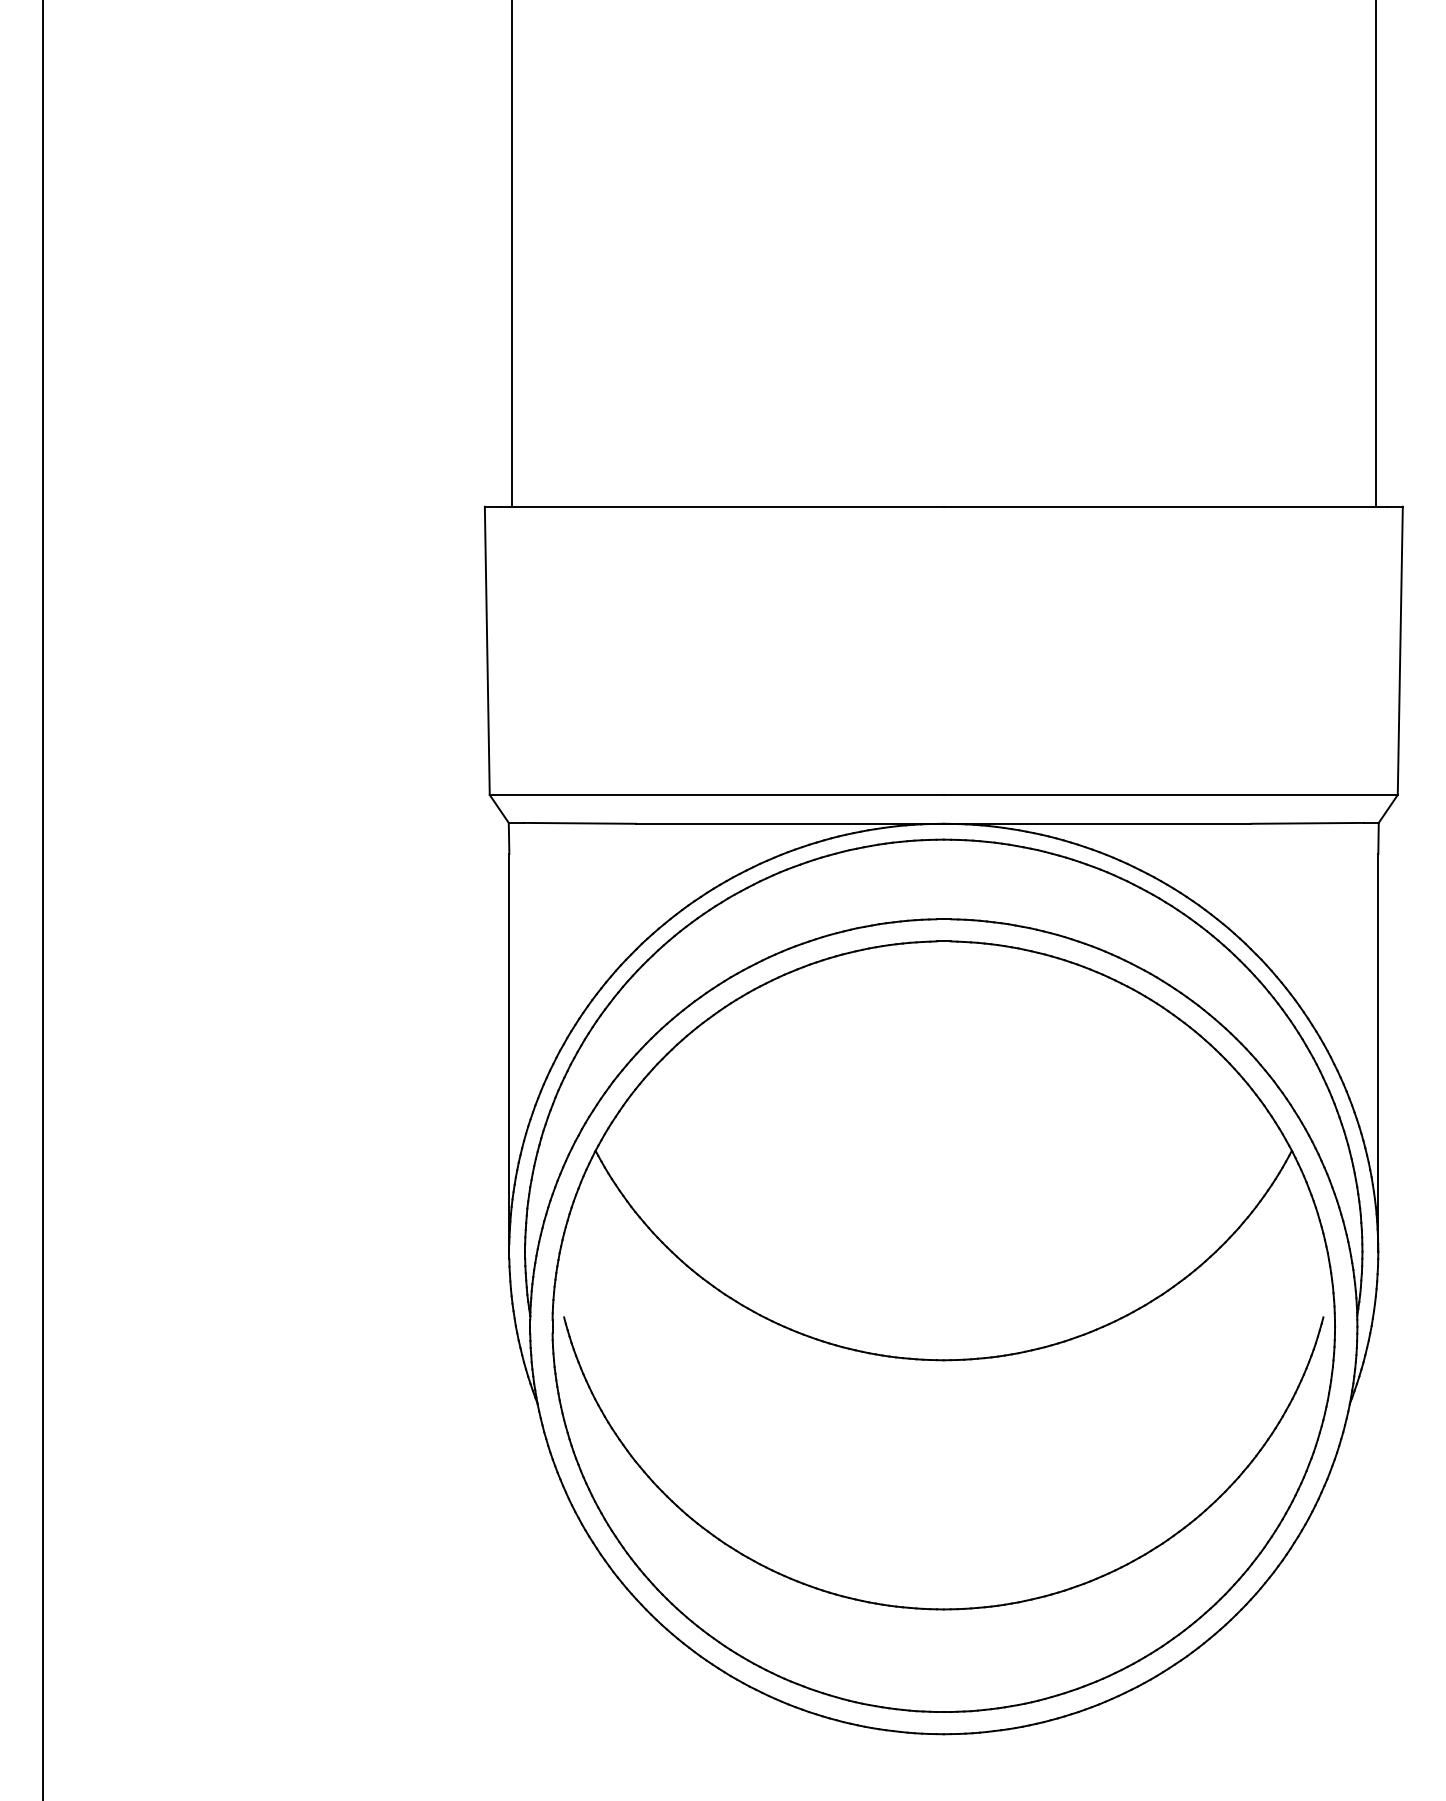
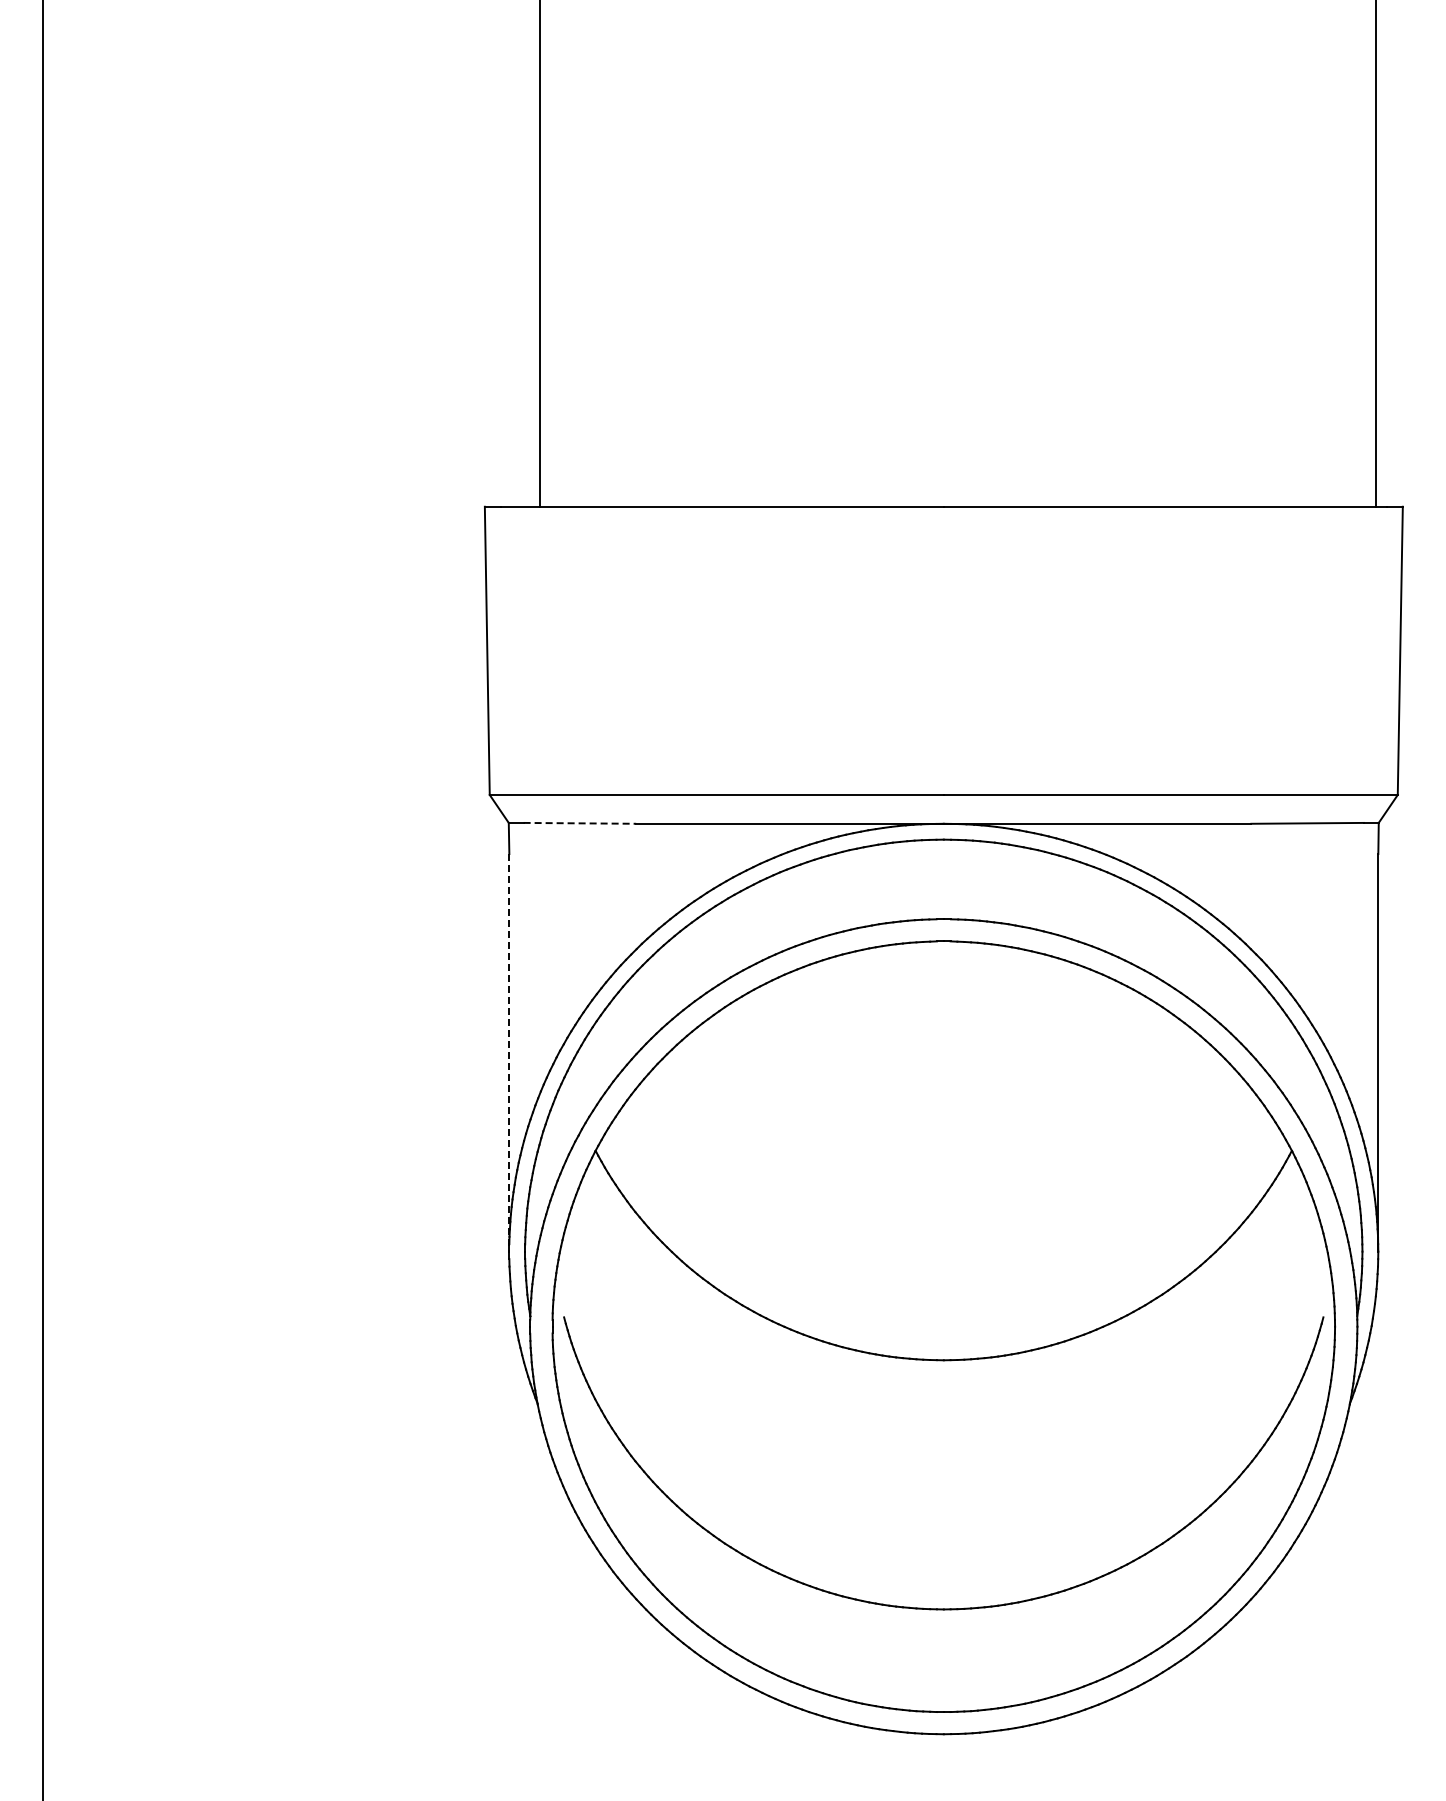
line at (511, 254) position: (511, 254) -> (539, 254)
line at (580, 823): solid -> dashed
line at (509, 1052): solid -> dashed
